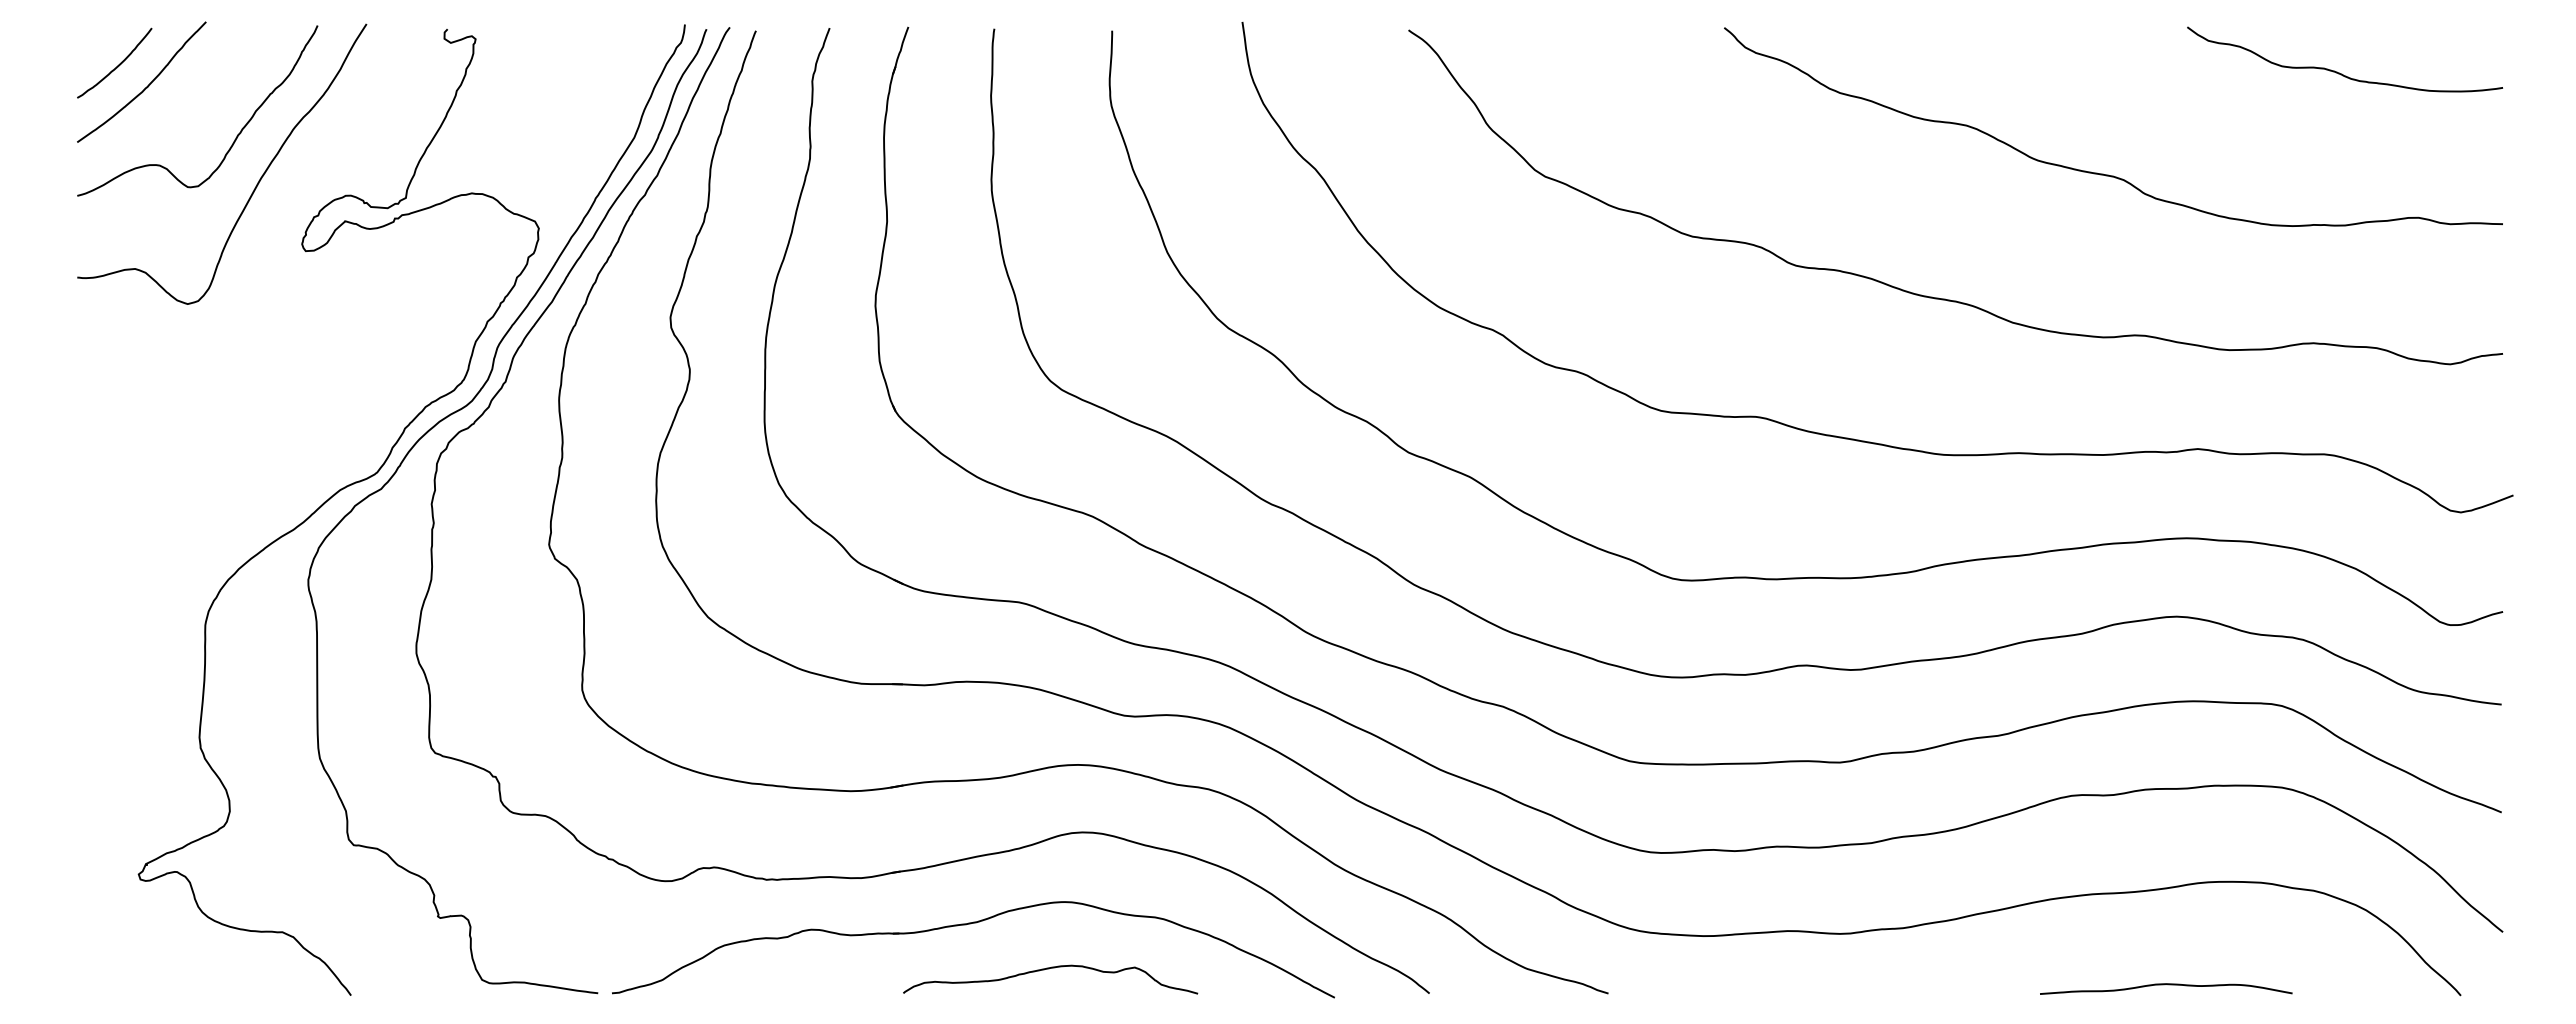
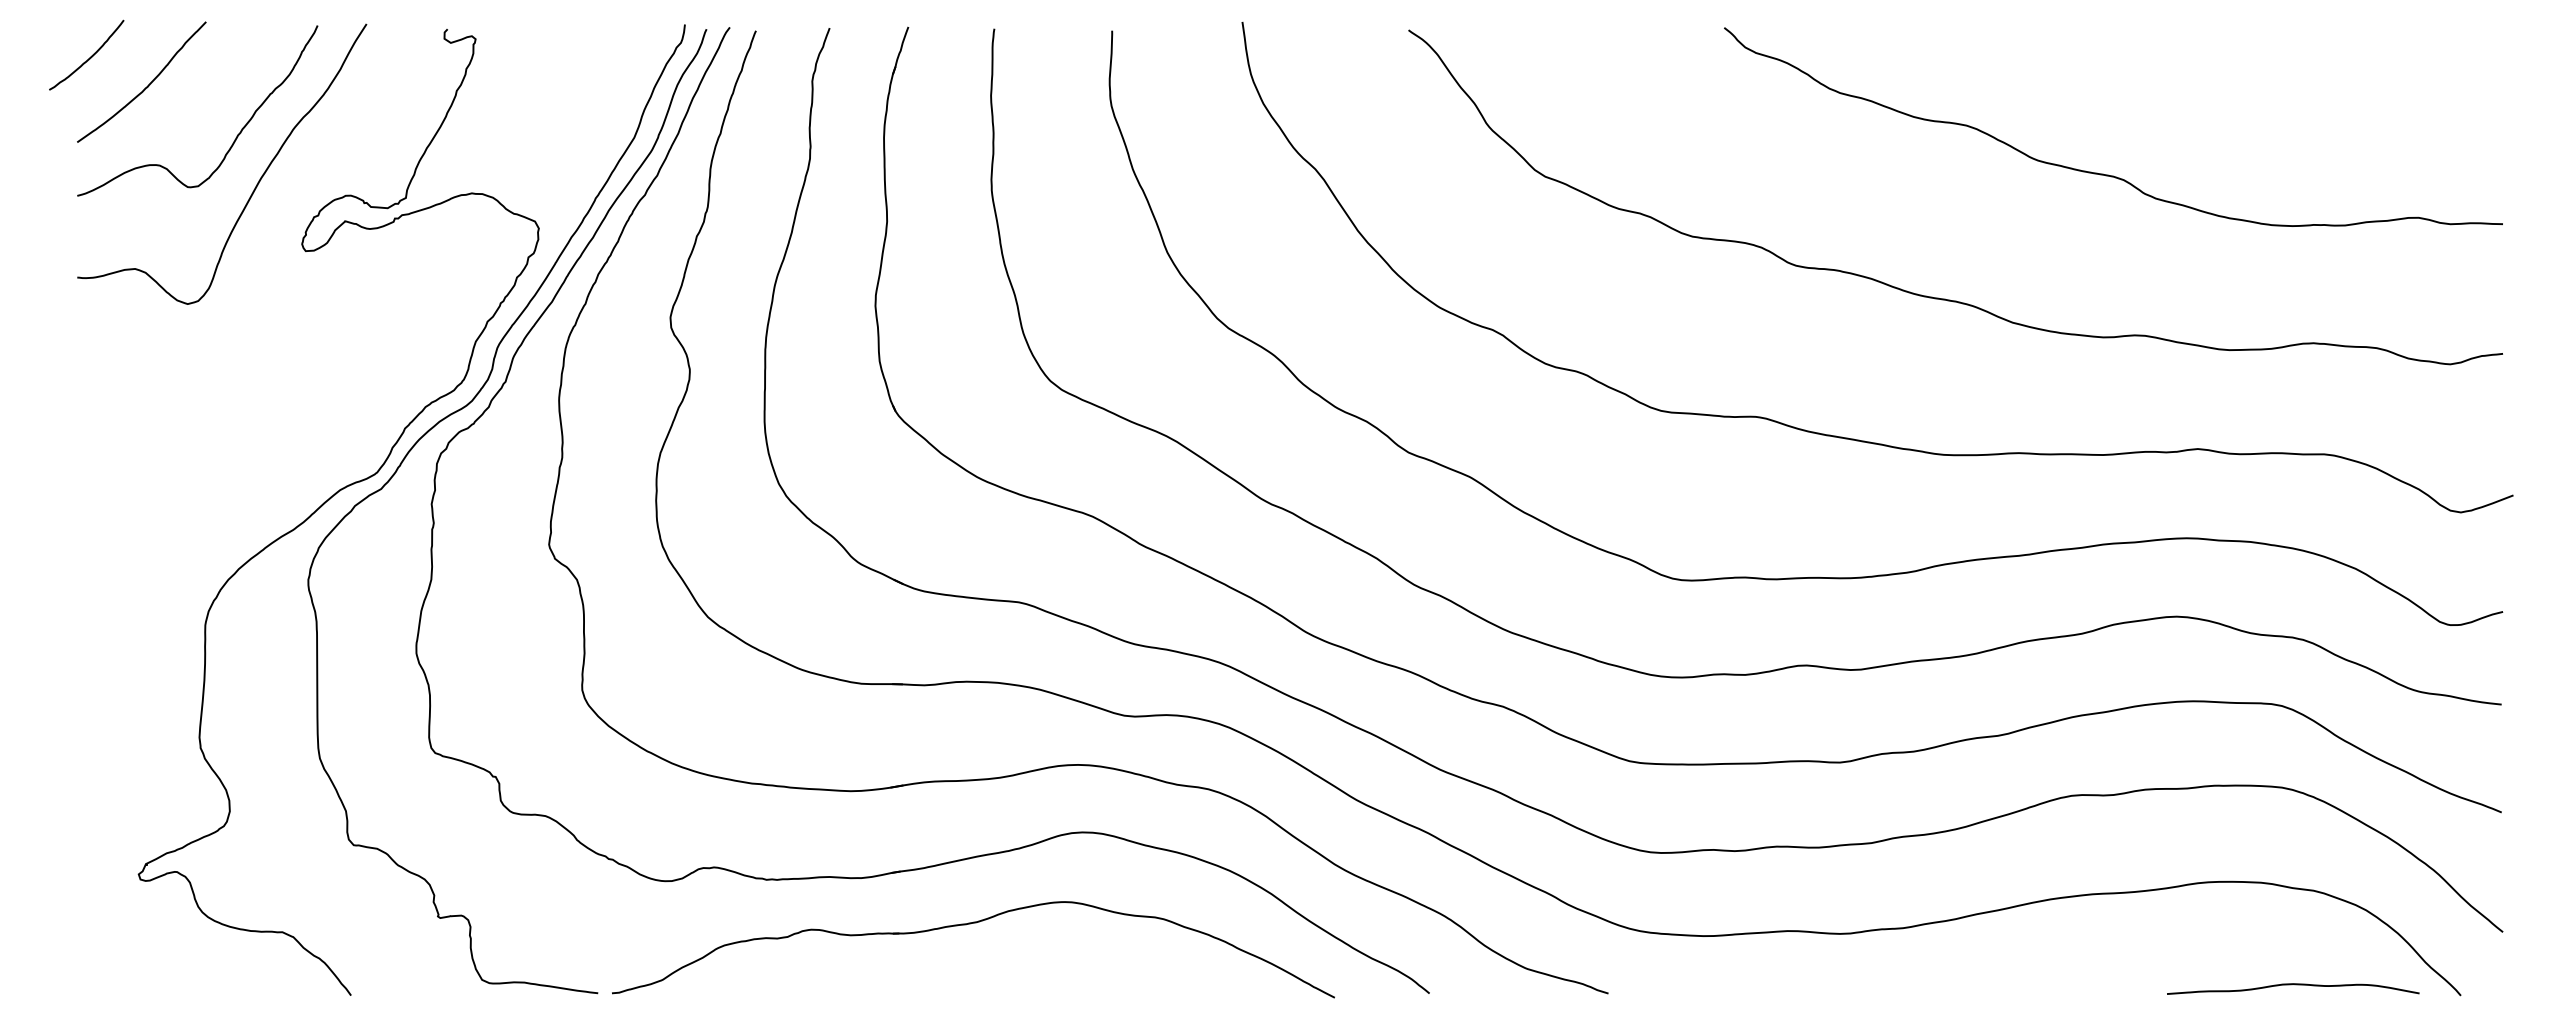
curve at (117, 65) position: (117, 65) -> (89, 57)
curve at (2339, 72): present -> none
curve at (1049, 969): present -> none
curve at (2167, 985) position: (2167, 985) -> (2294, 985)
